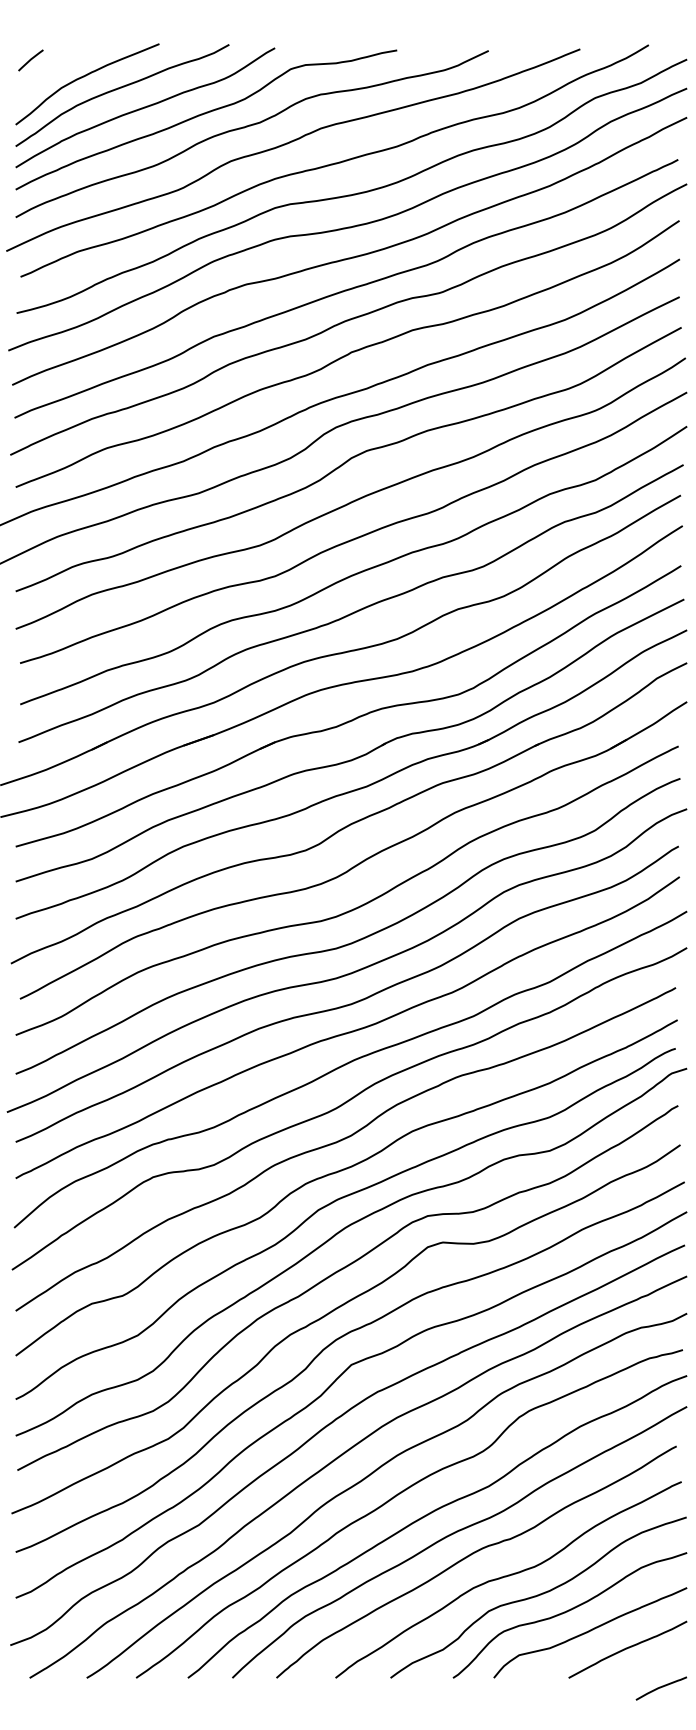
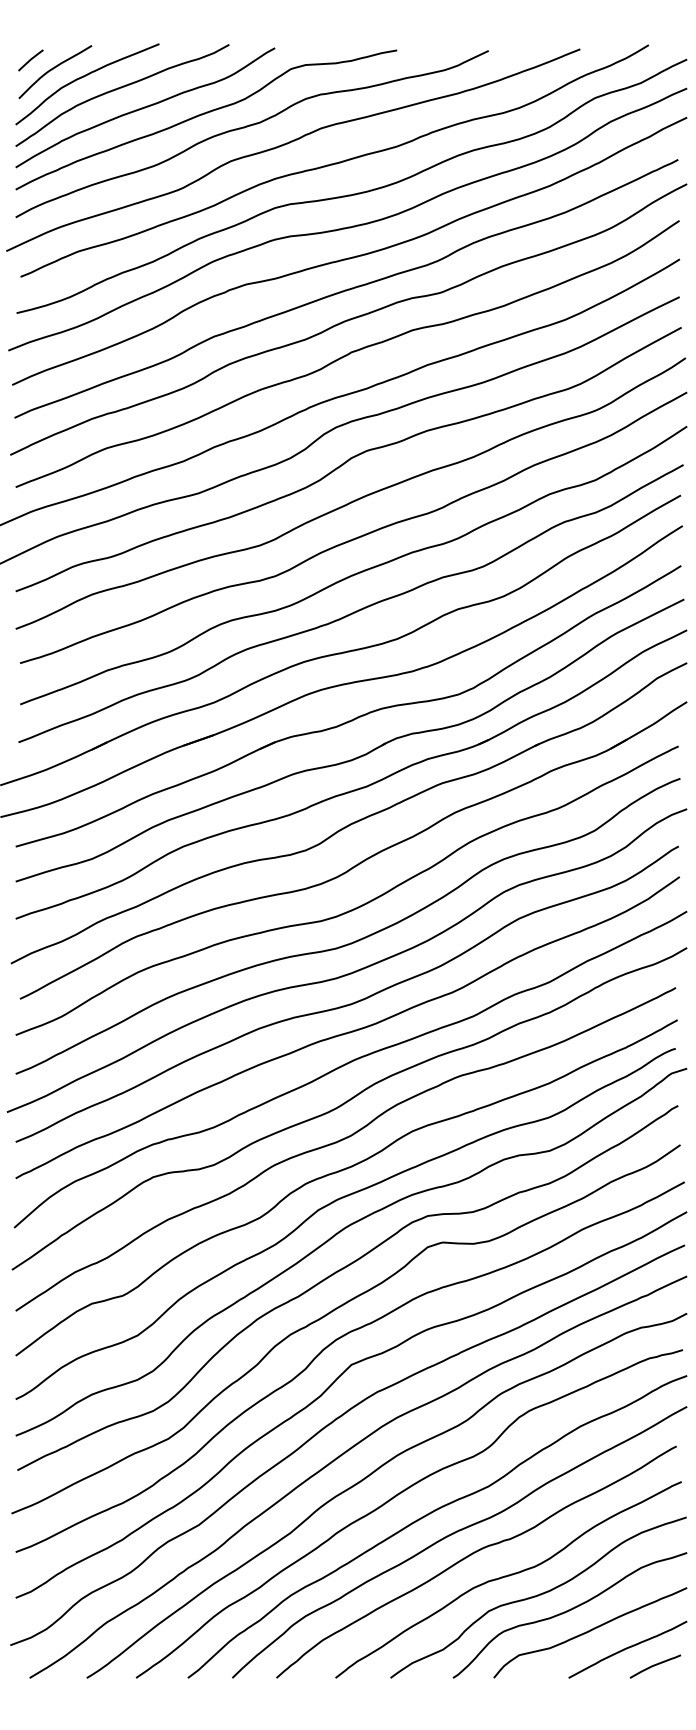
curve at (53, 69): none -> present
curve at (661, 1687) position: (661, 1687) -> (655, 1665)
